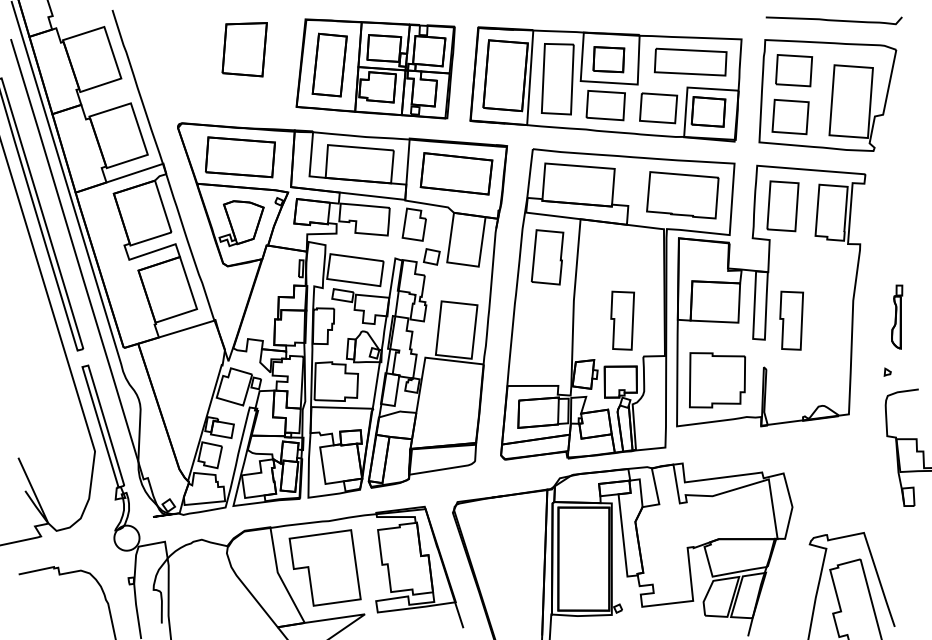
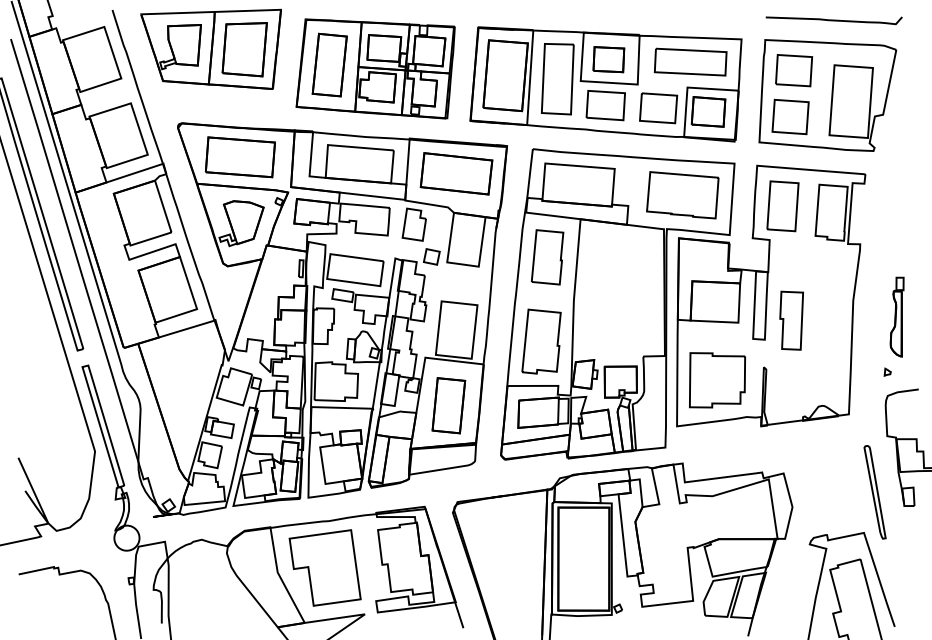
part at (210, 48): none -> present
part at (897, 316) size: 13x66 px -> 16x82 px
part at (622, 320): present -> none
part at (541, 341): none -> present
part at (448, 405): none -> present
part at (874, 492): none -> present
